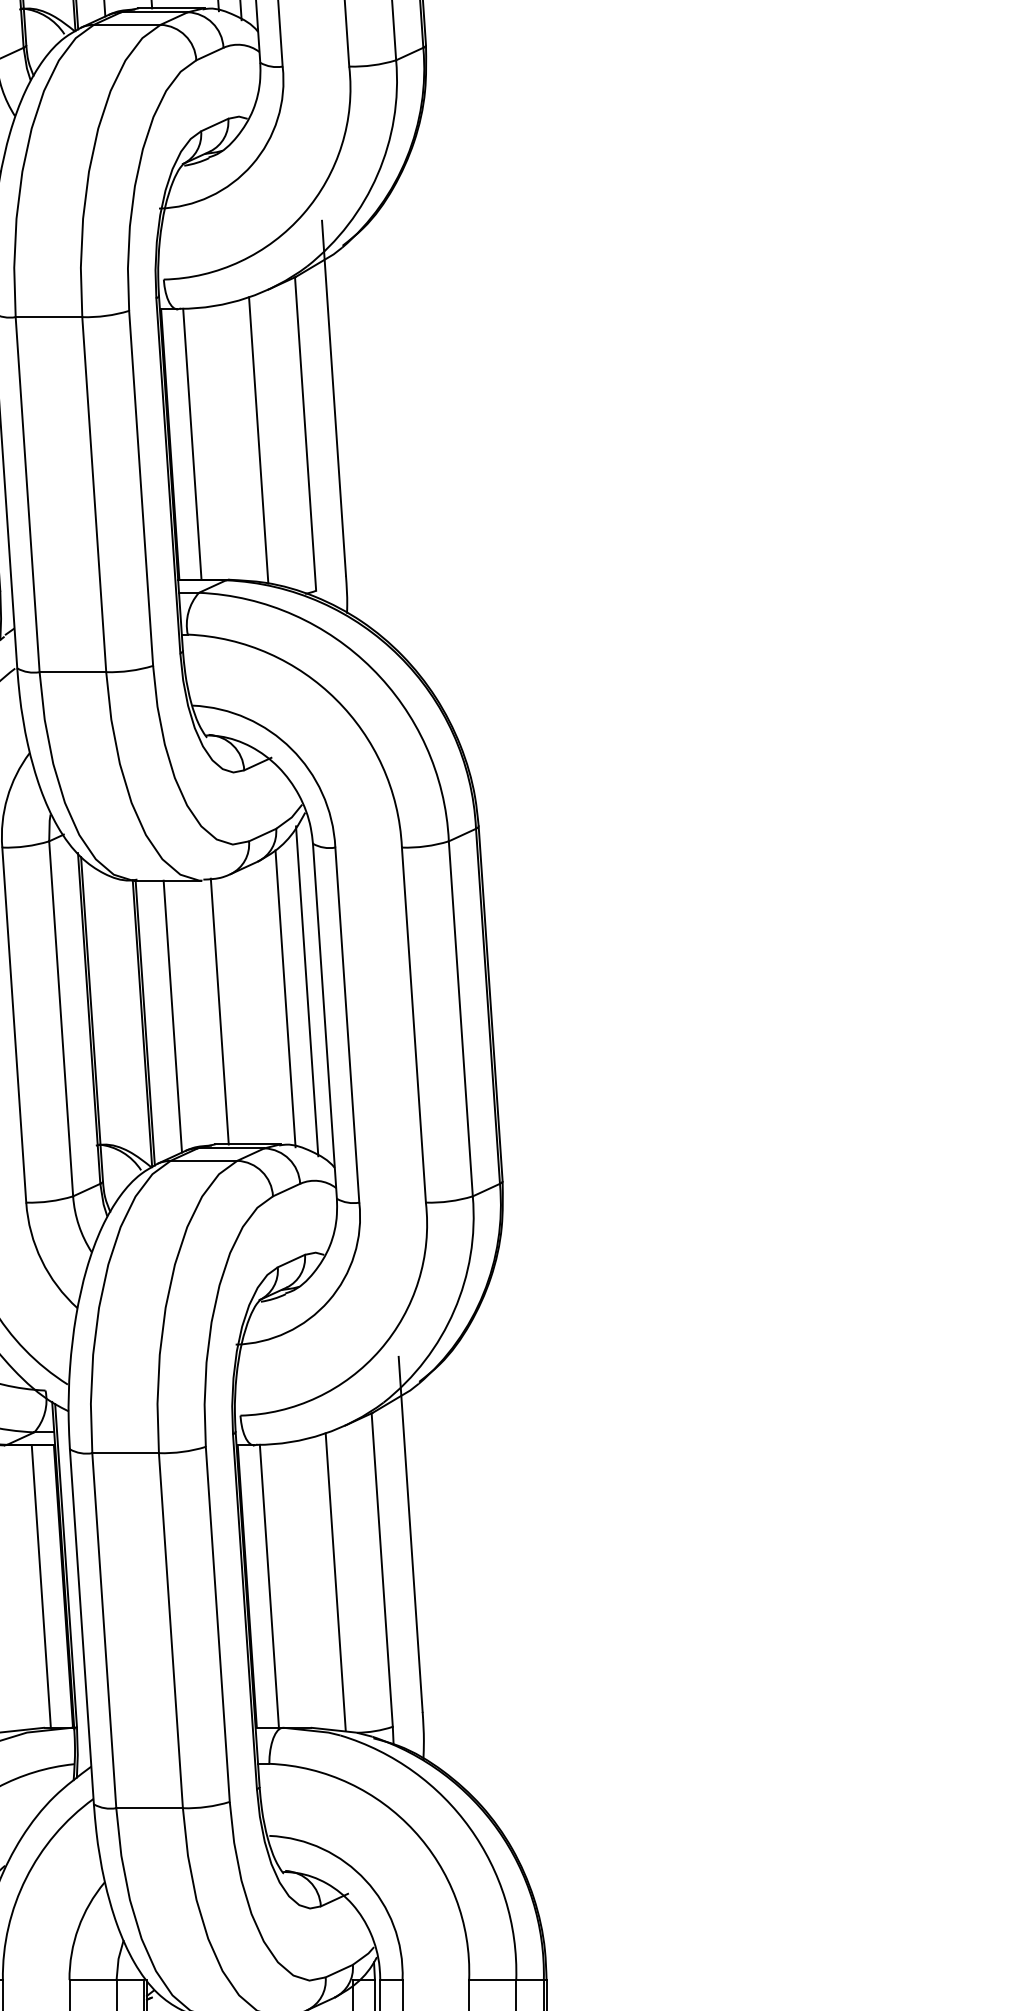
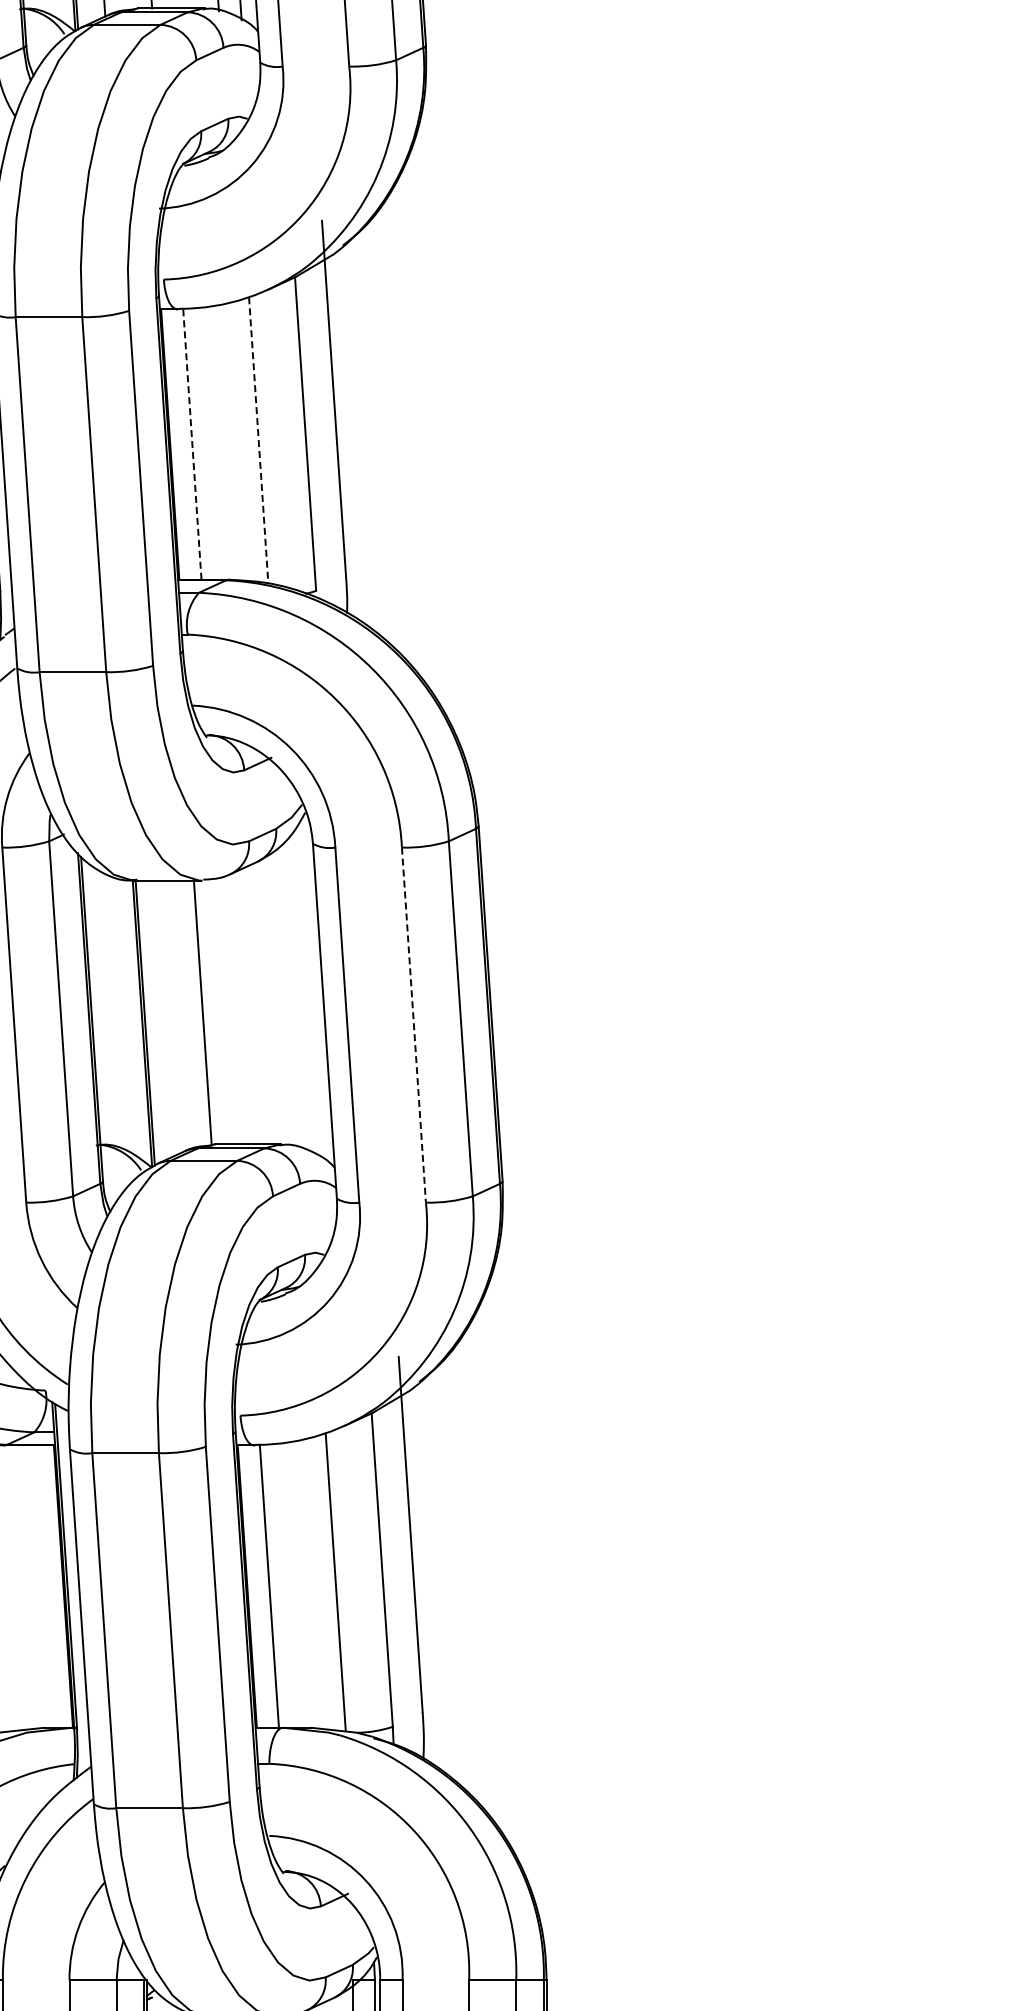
line at (258, 440): solid -> dashed
line at (192, 444): solid -> dashed
line at (307, 991): present -> none
line at (285, 998): present -> none
line at (219, 1011) position: (219, 1011) -> (202, 1012)
line at (172, 1016): present -> none
line at (413, 1025): solid -> dashed
line at (40, 1586): present -> none
